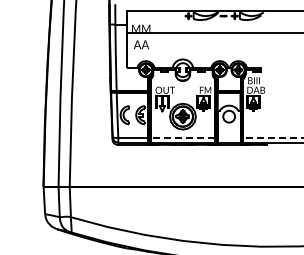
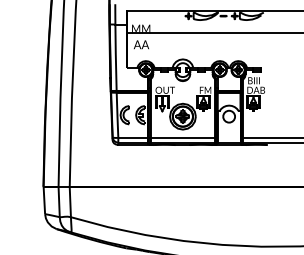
line at (182, 137): dashed -> solid
line at (272, 137): dashed -> solid
